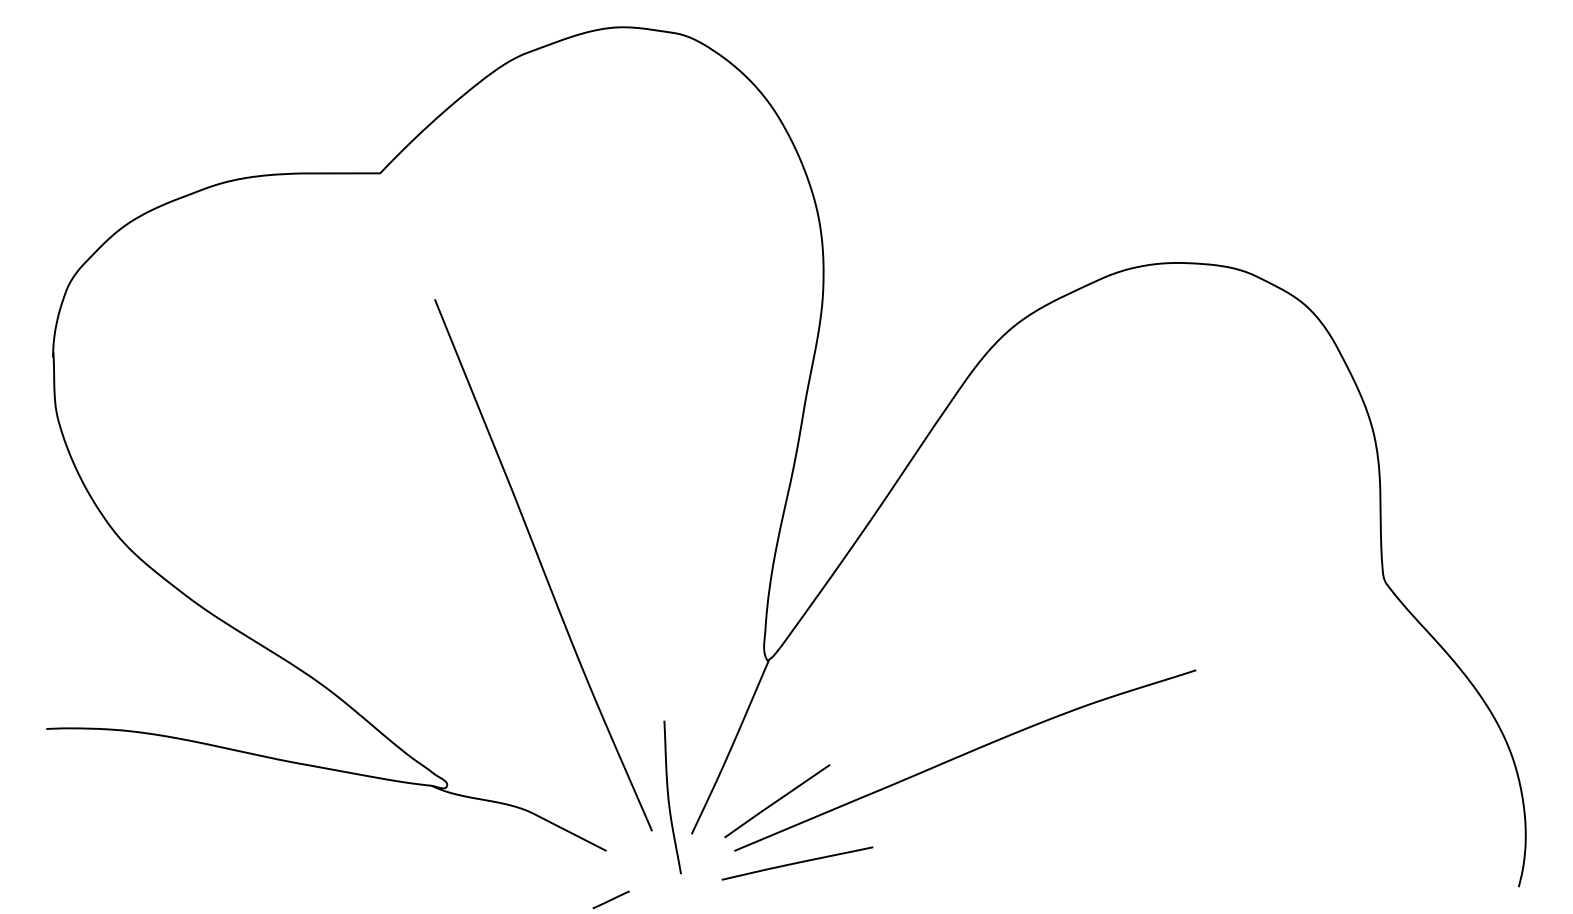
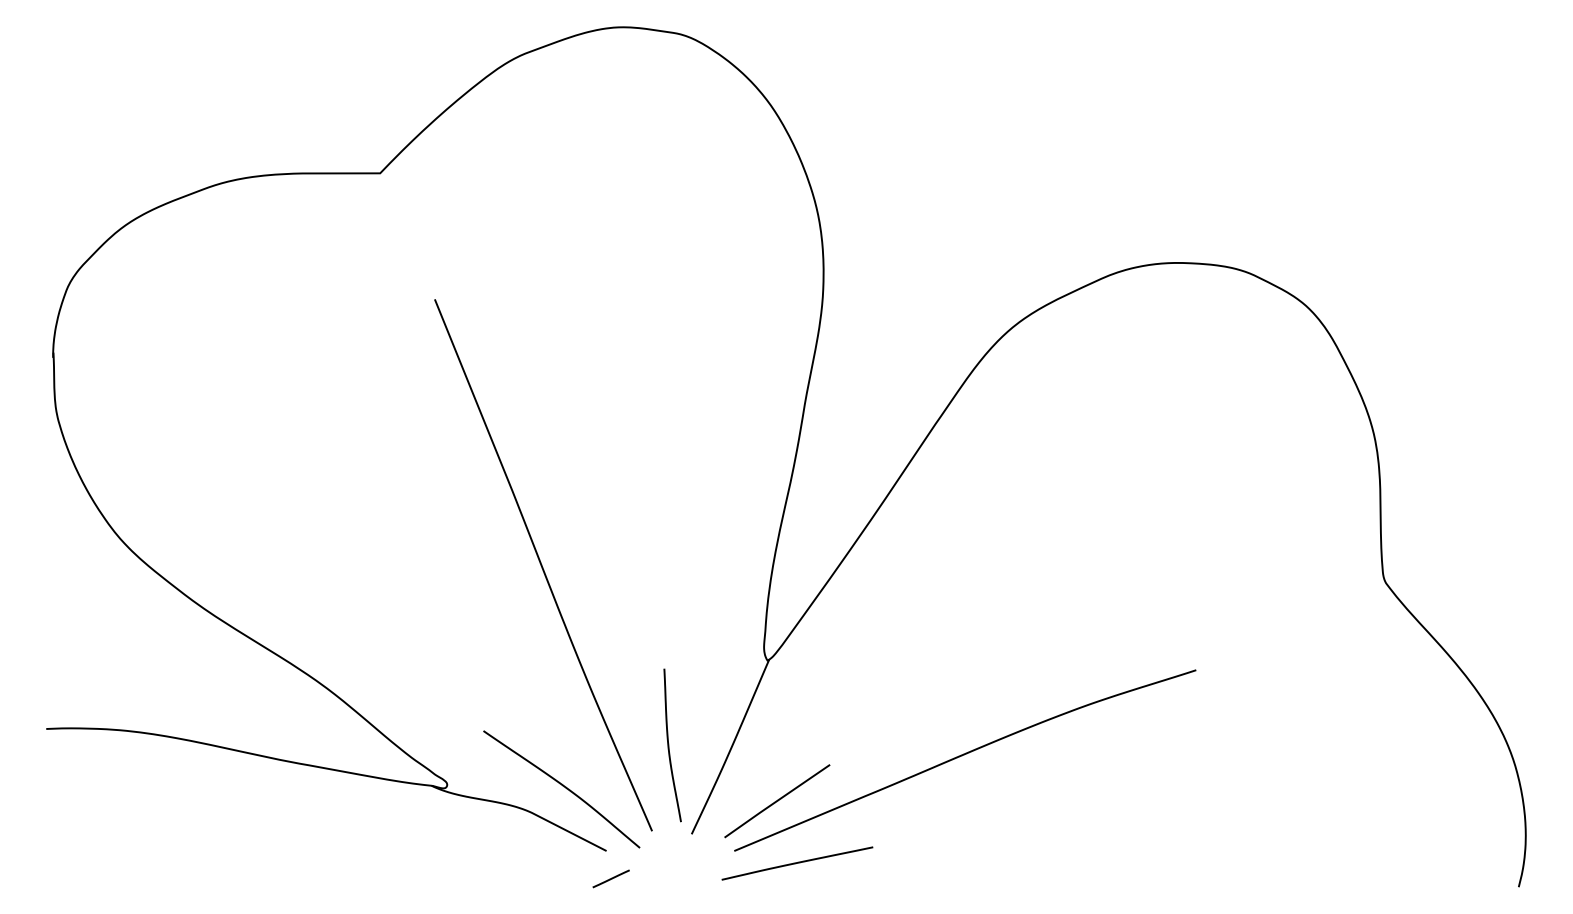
curve at (562, 786): none -> present
curve at (669, 797) position: (669, 797) -> (669, 745)
line at (610, 899) position: (610, 899) -> (610, 878)
